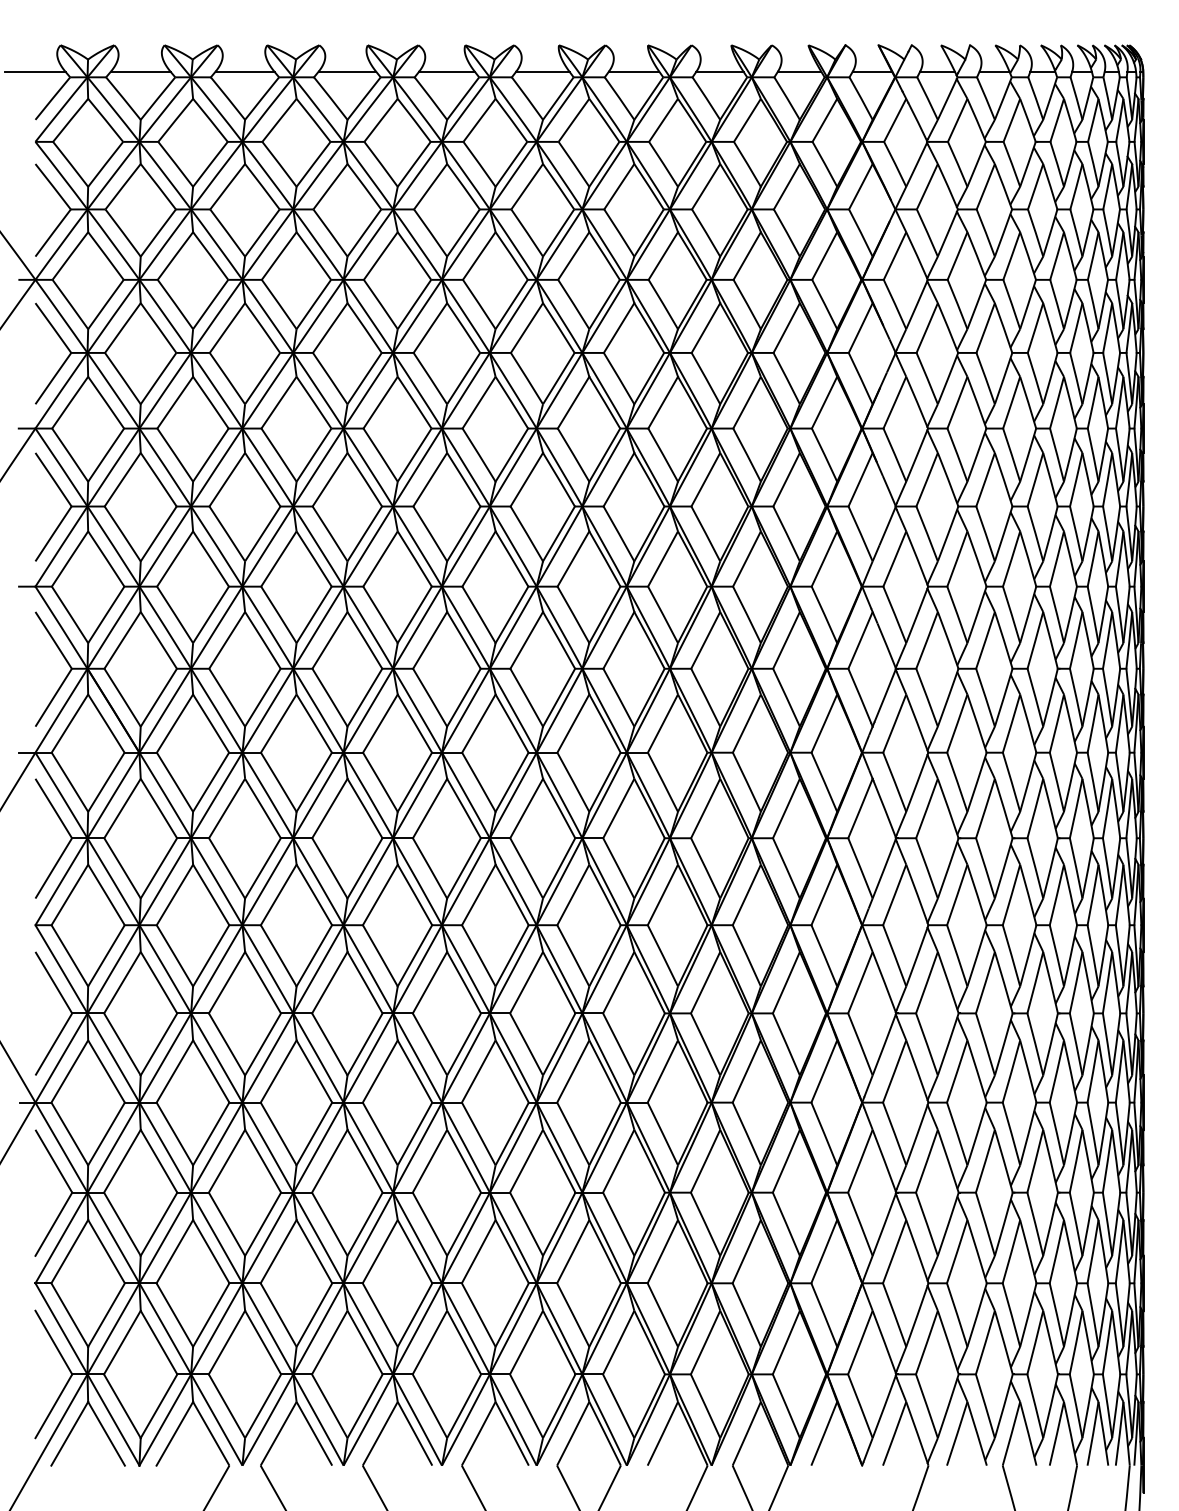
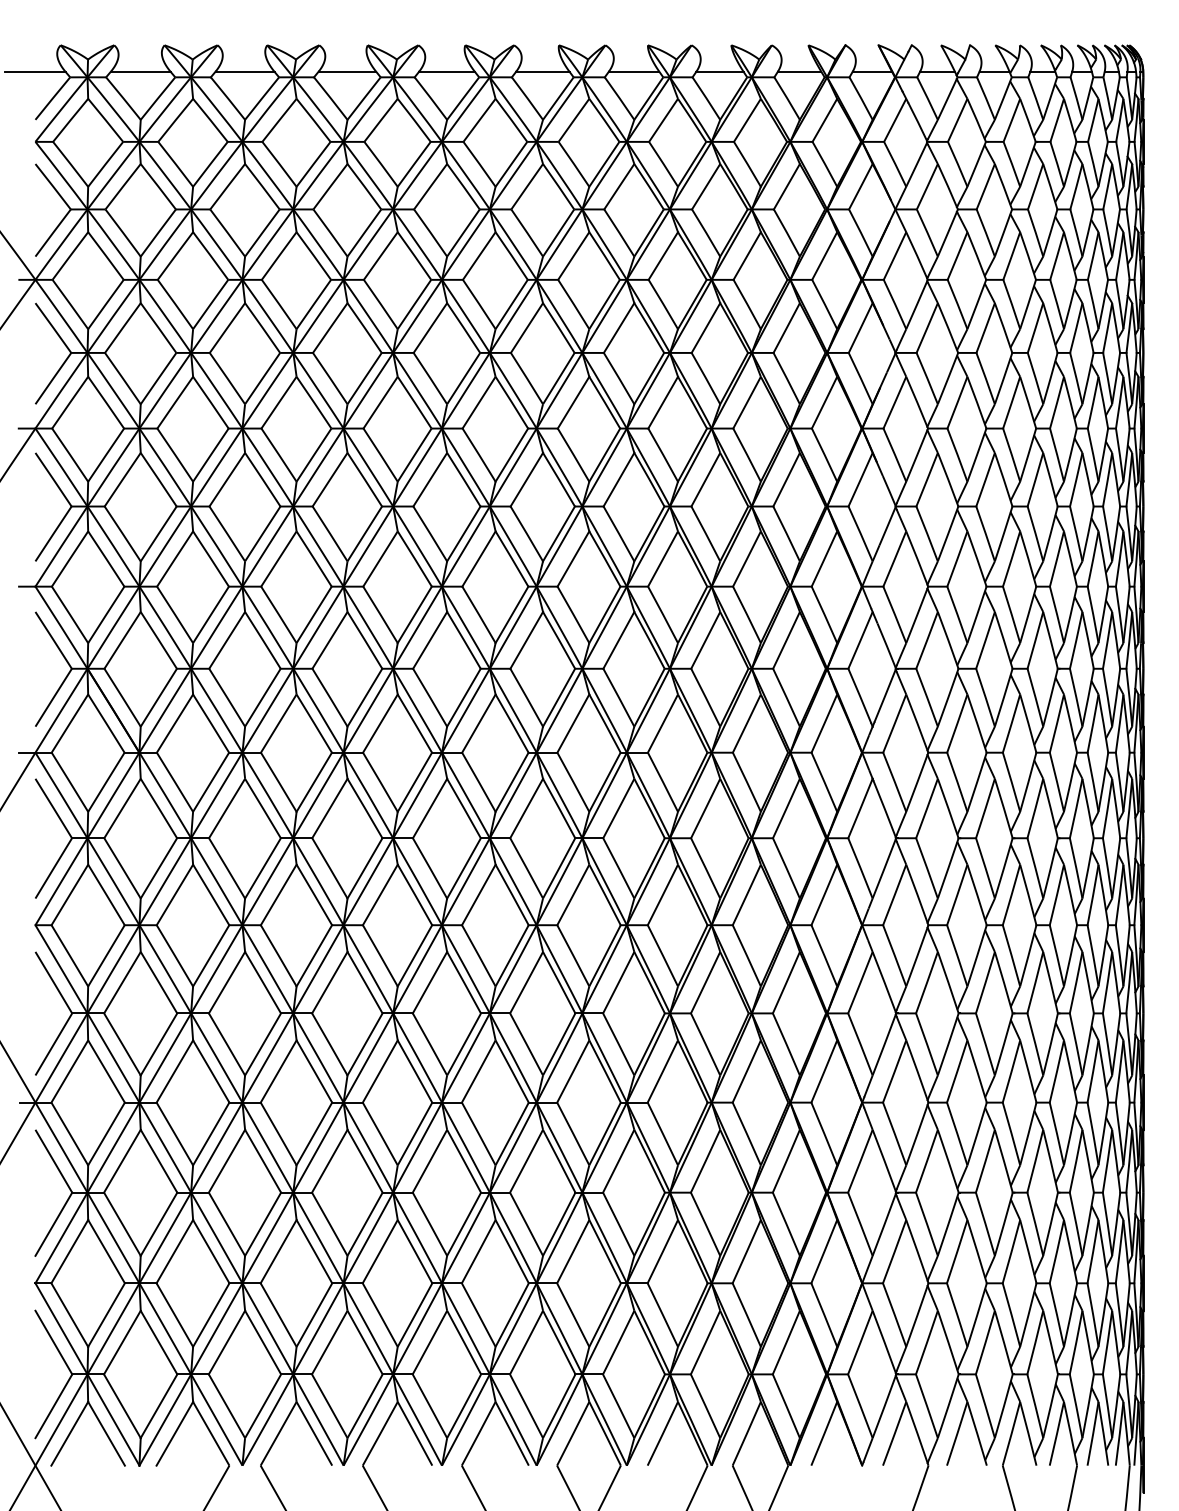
line at (30, 1457): none -> present
